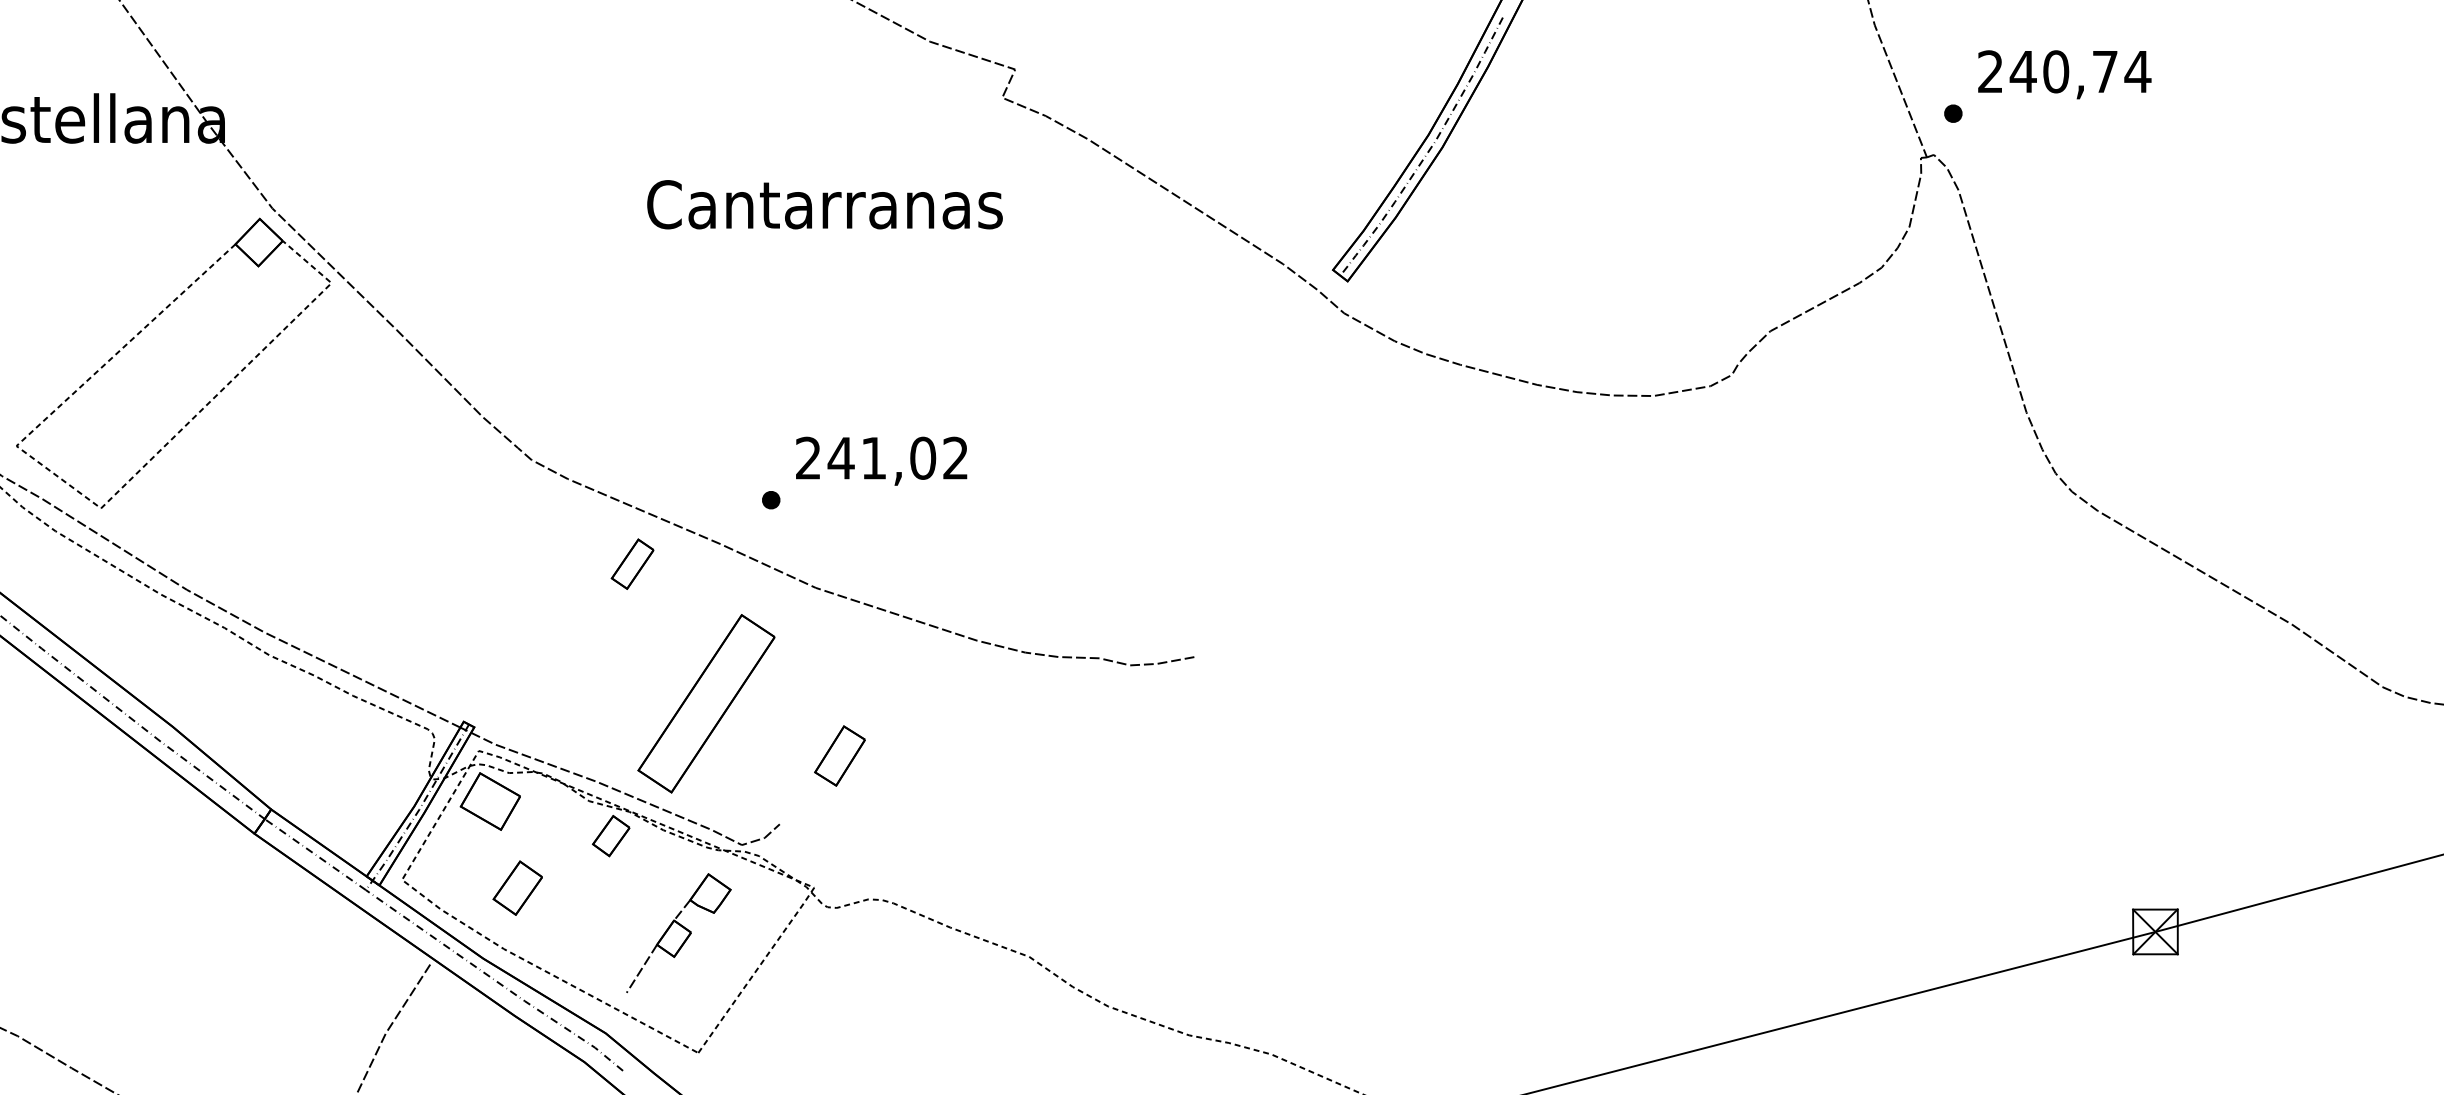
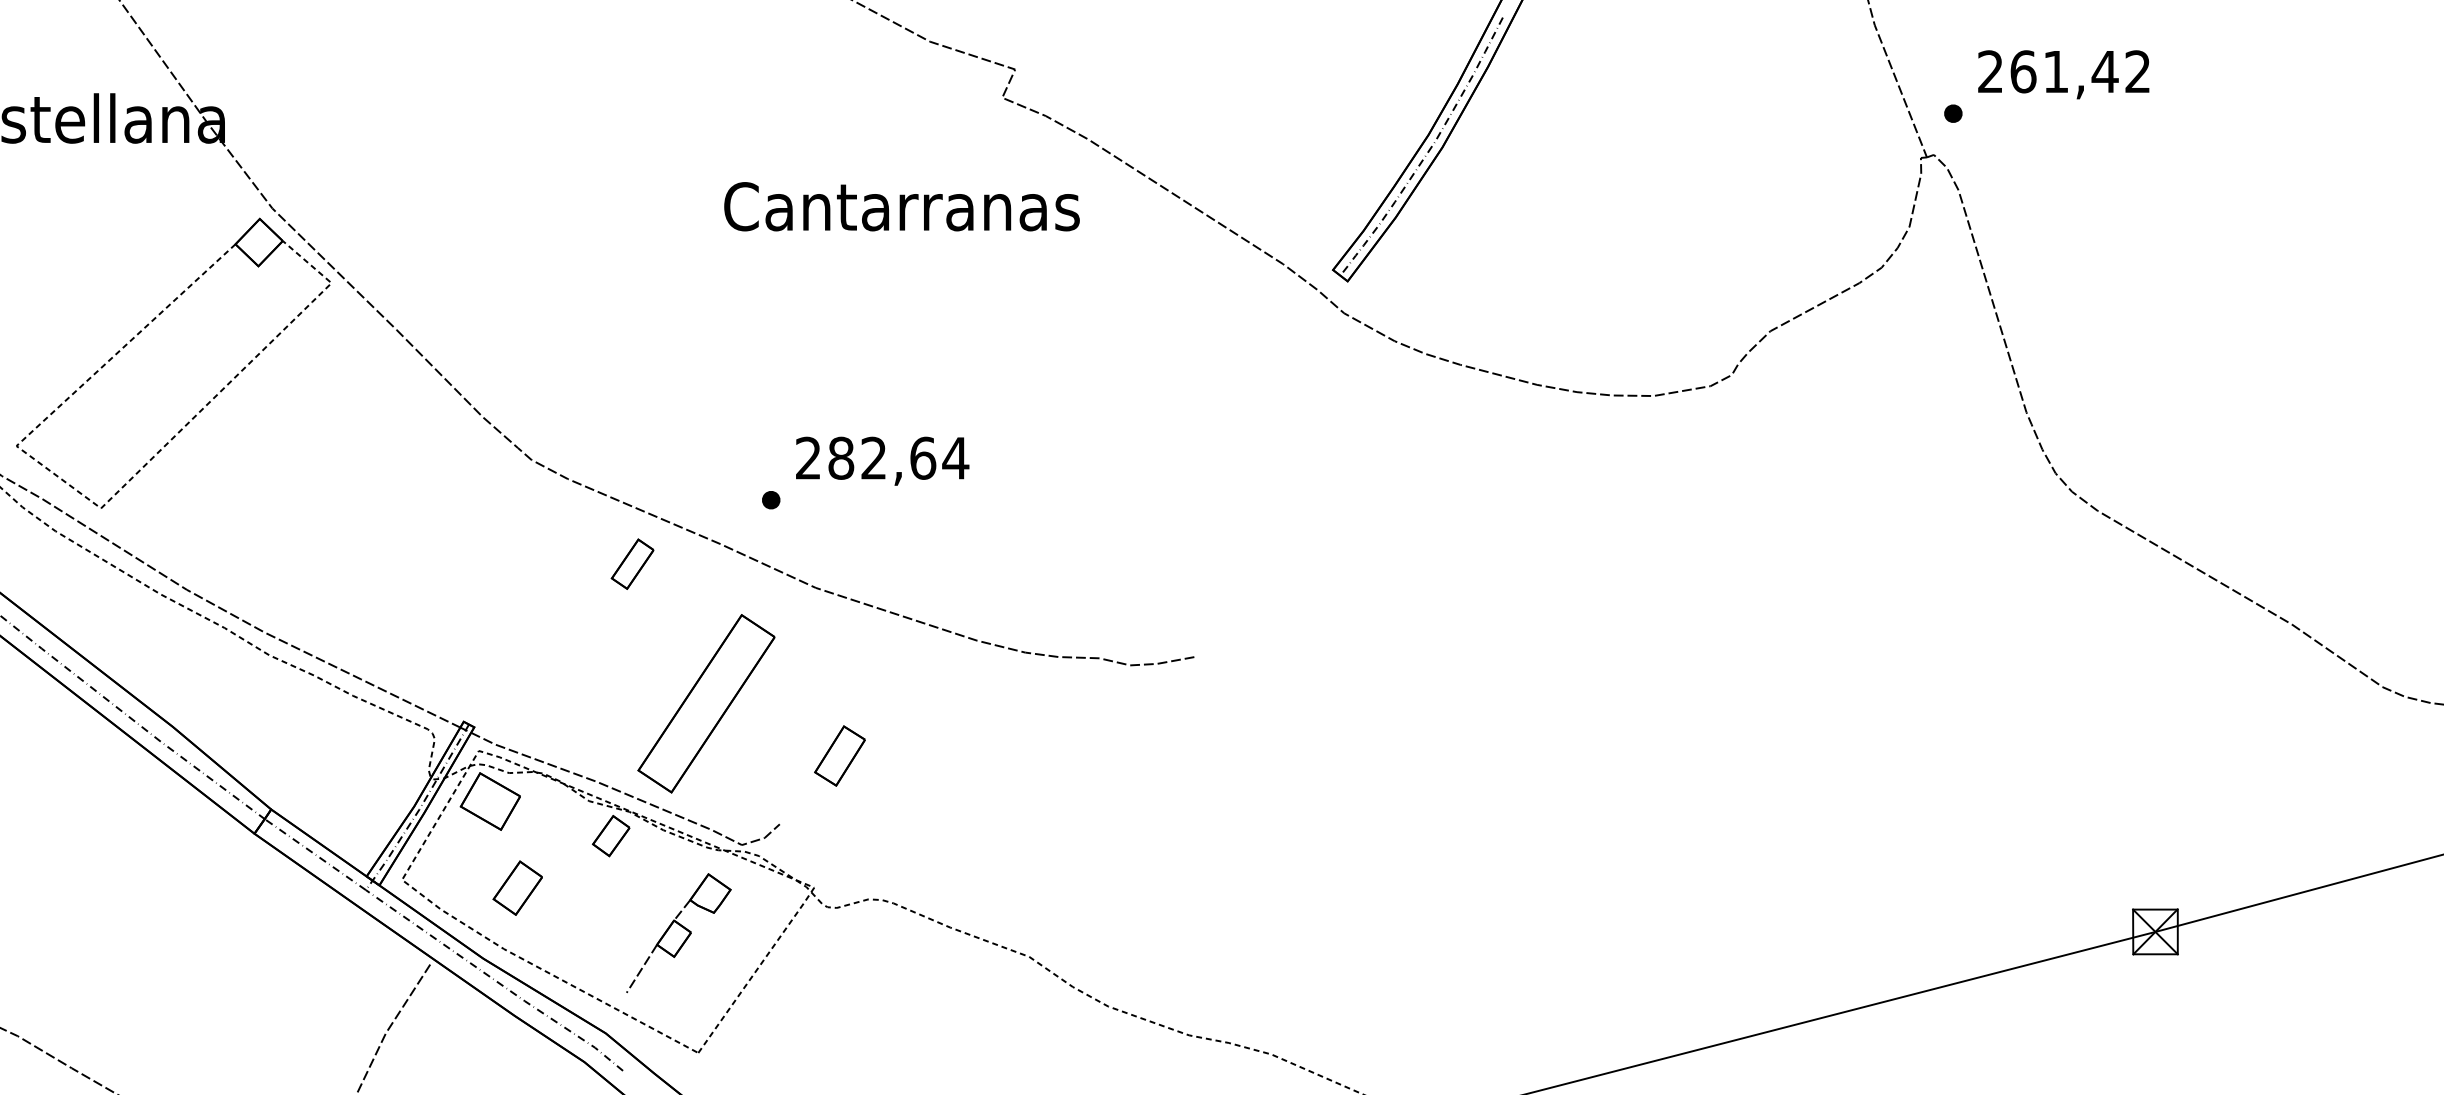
text at (2080, 71): 240,74 -> 261,42
text at (824, 204) position: (824, 204) -> (901, 206)
text at (898, 457): 241,02 -> 282,64
